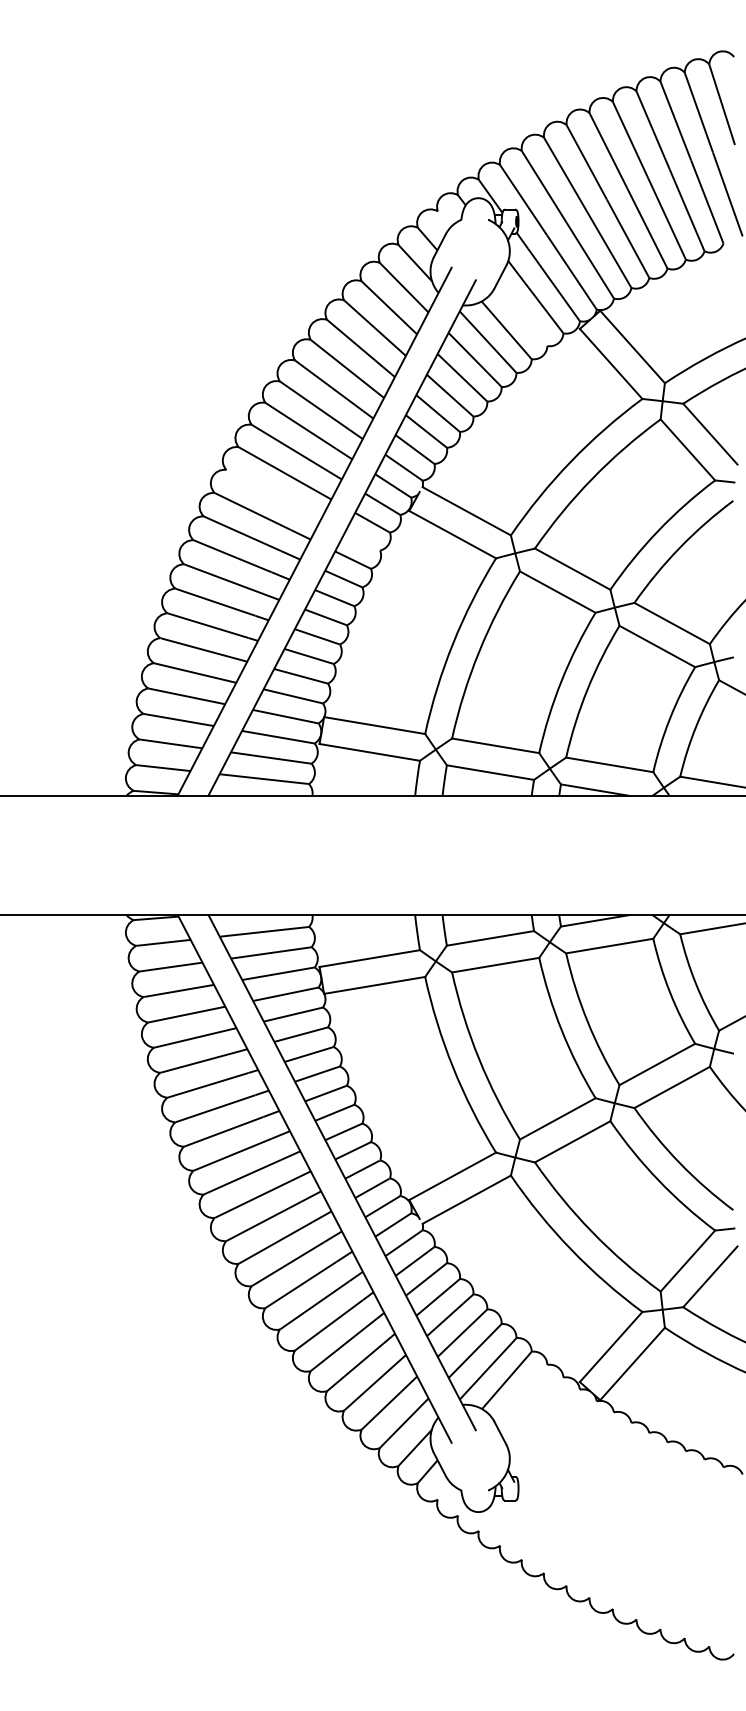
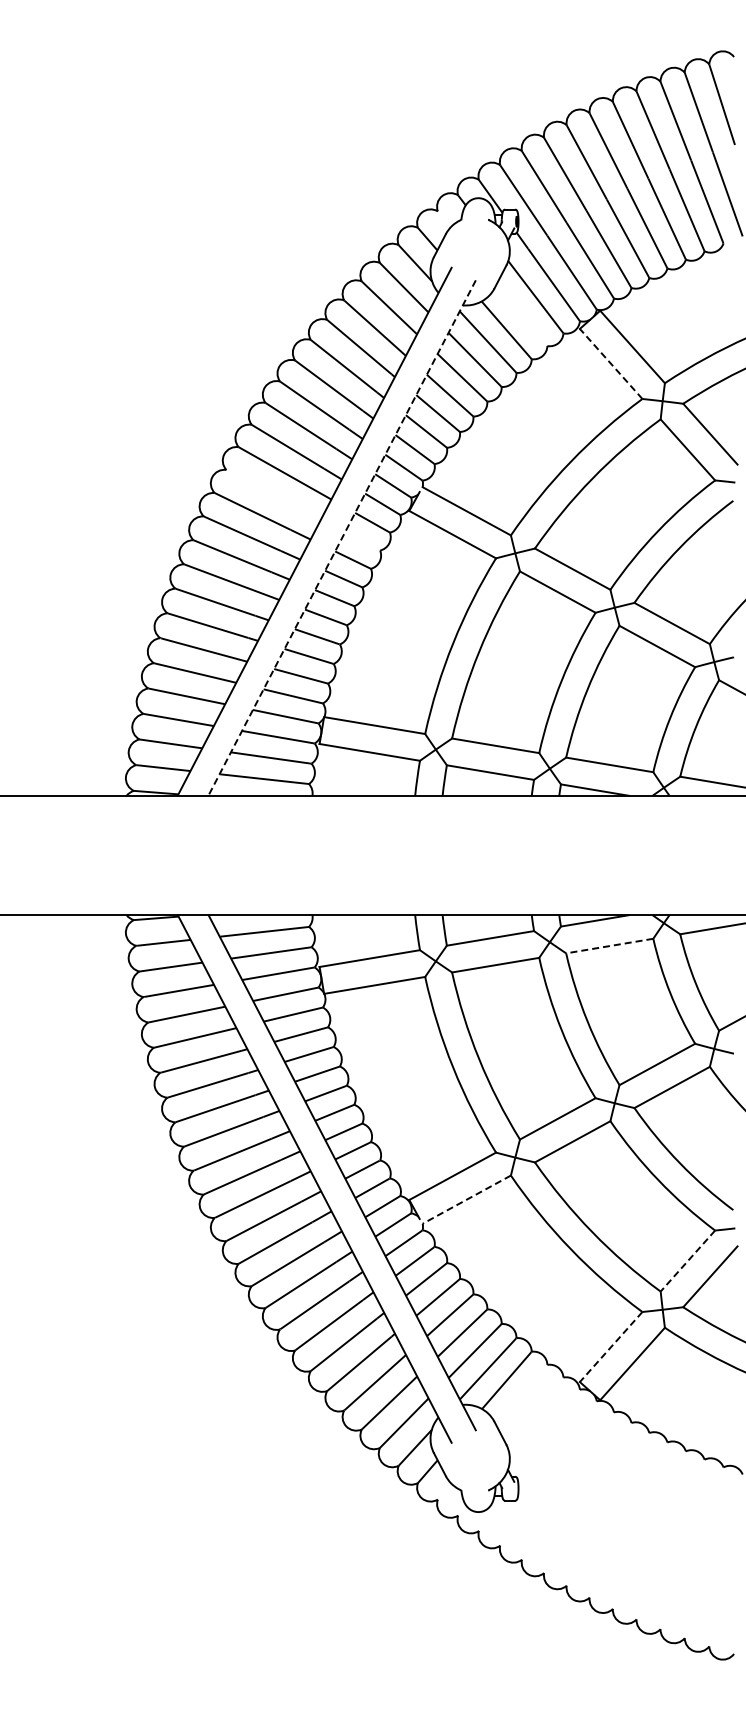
line at (611, 363): solid -> dashed
line at (341, 538): solid -> dashed
line at (609, 946): solid -> dashed
line at (466, 1199): solid -> dashed
line at (687, 1261): solid -> dashed
line at (611, 1347): solid -> dashed
